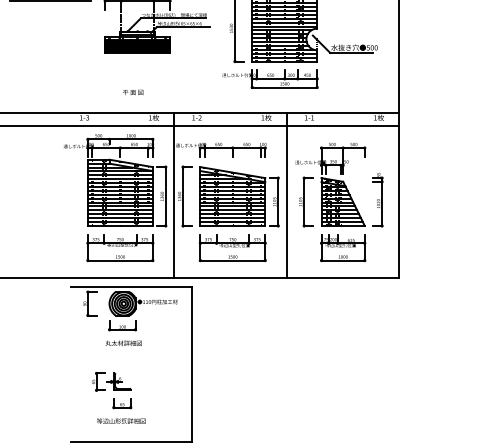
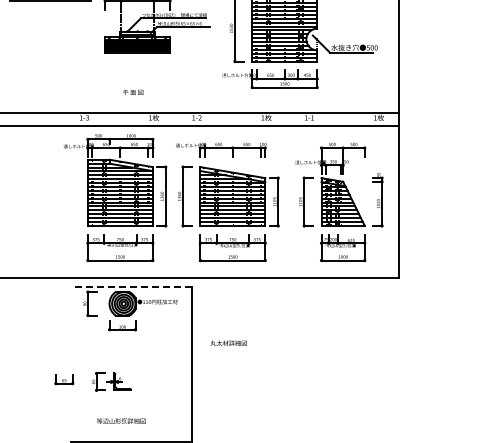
line at (174, 195): present -> none
line at (286, 195): present -> none
line at (131, 286): solid -> dashed
text at (123, 342) position: (123, 342) -> (228, 342)
part at (122, 403) position: (122, 403) -> (64, 379)
